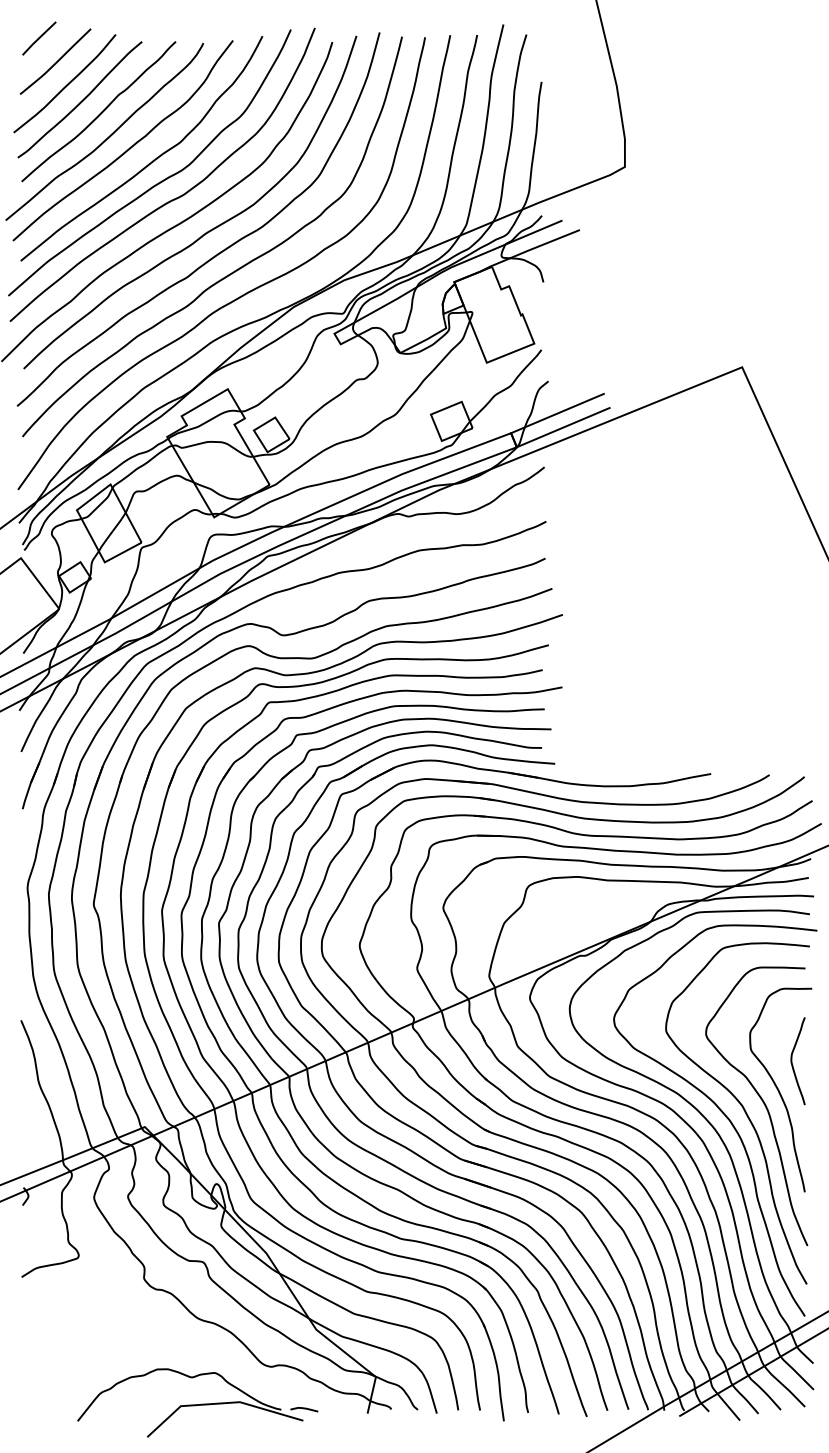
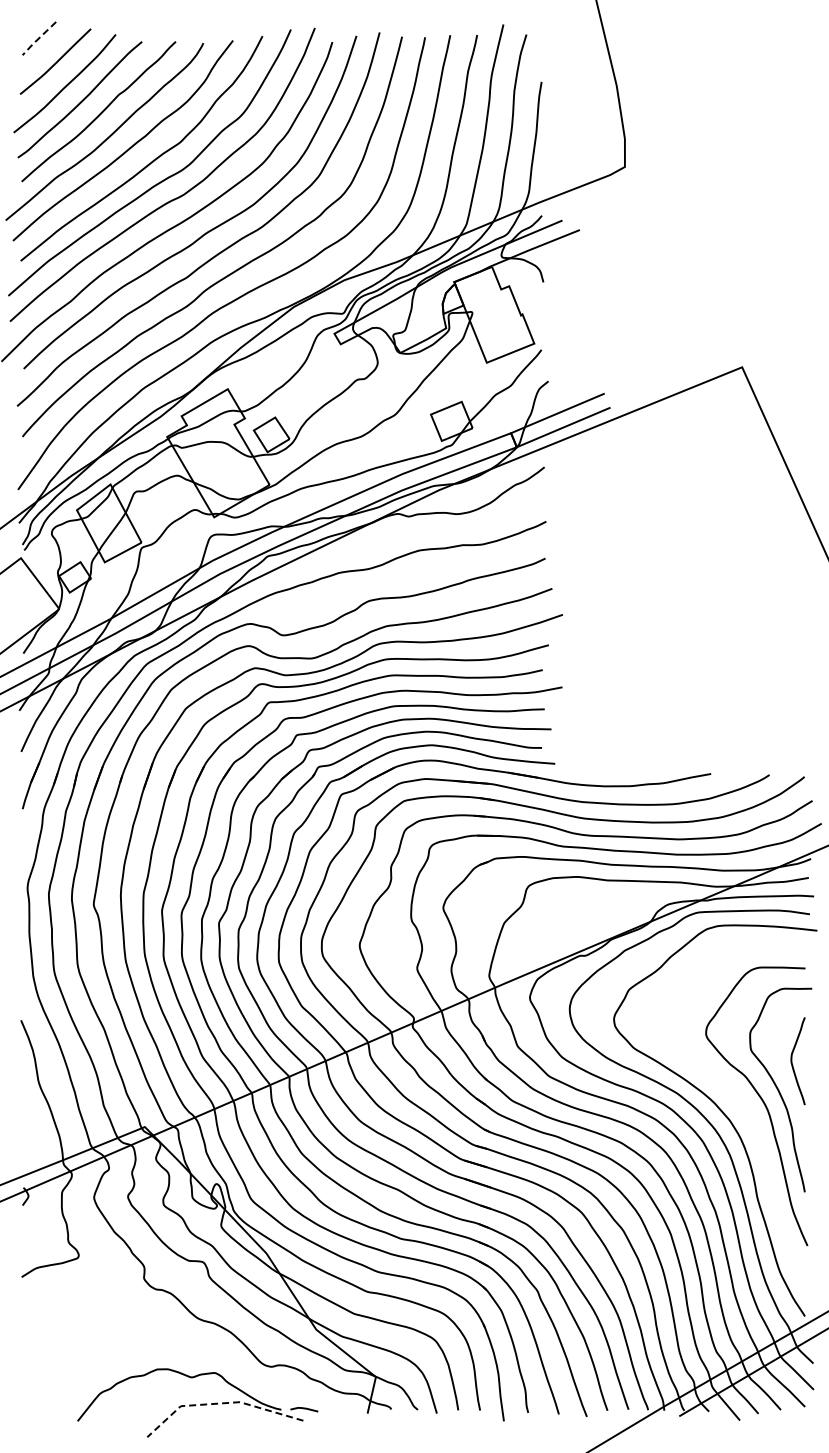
line at (38, 38): solid -> dashed
curve at (743, 1110): present -> none
line at (220, 1403): solid -> dashed
